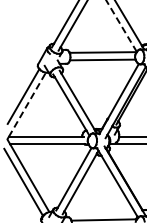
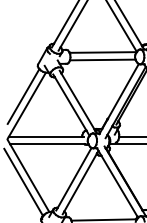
line at (121, 25): dashed -> solid
line at (27, 104): dashed -> solid
